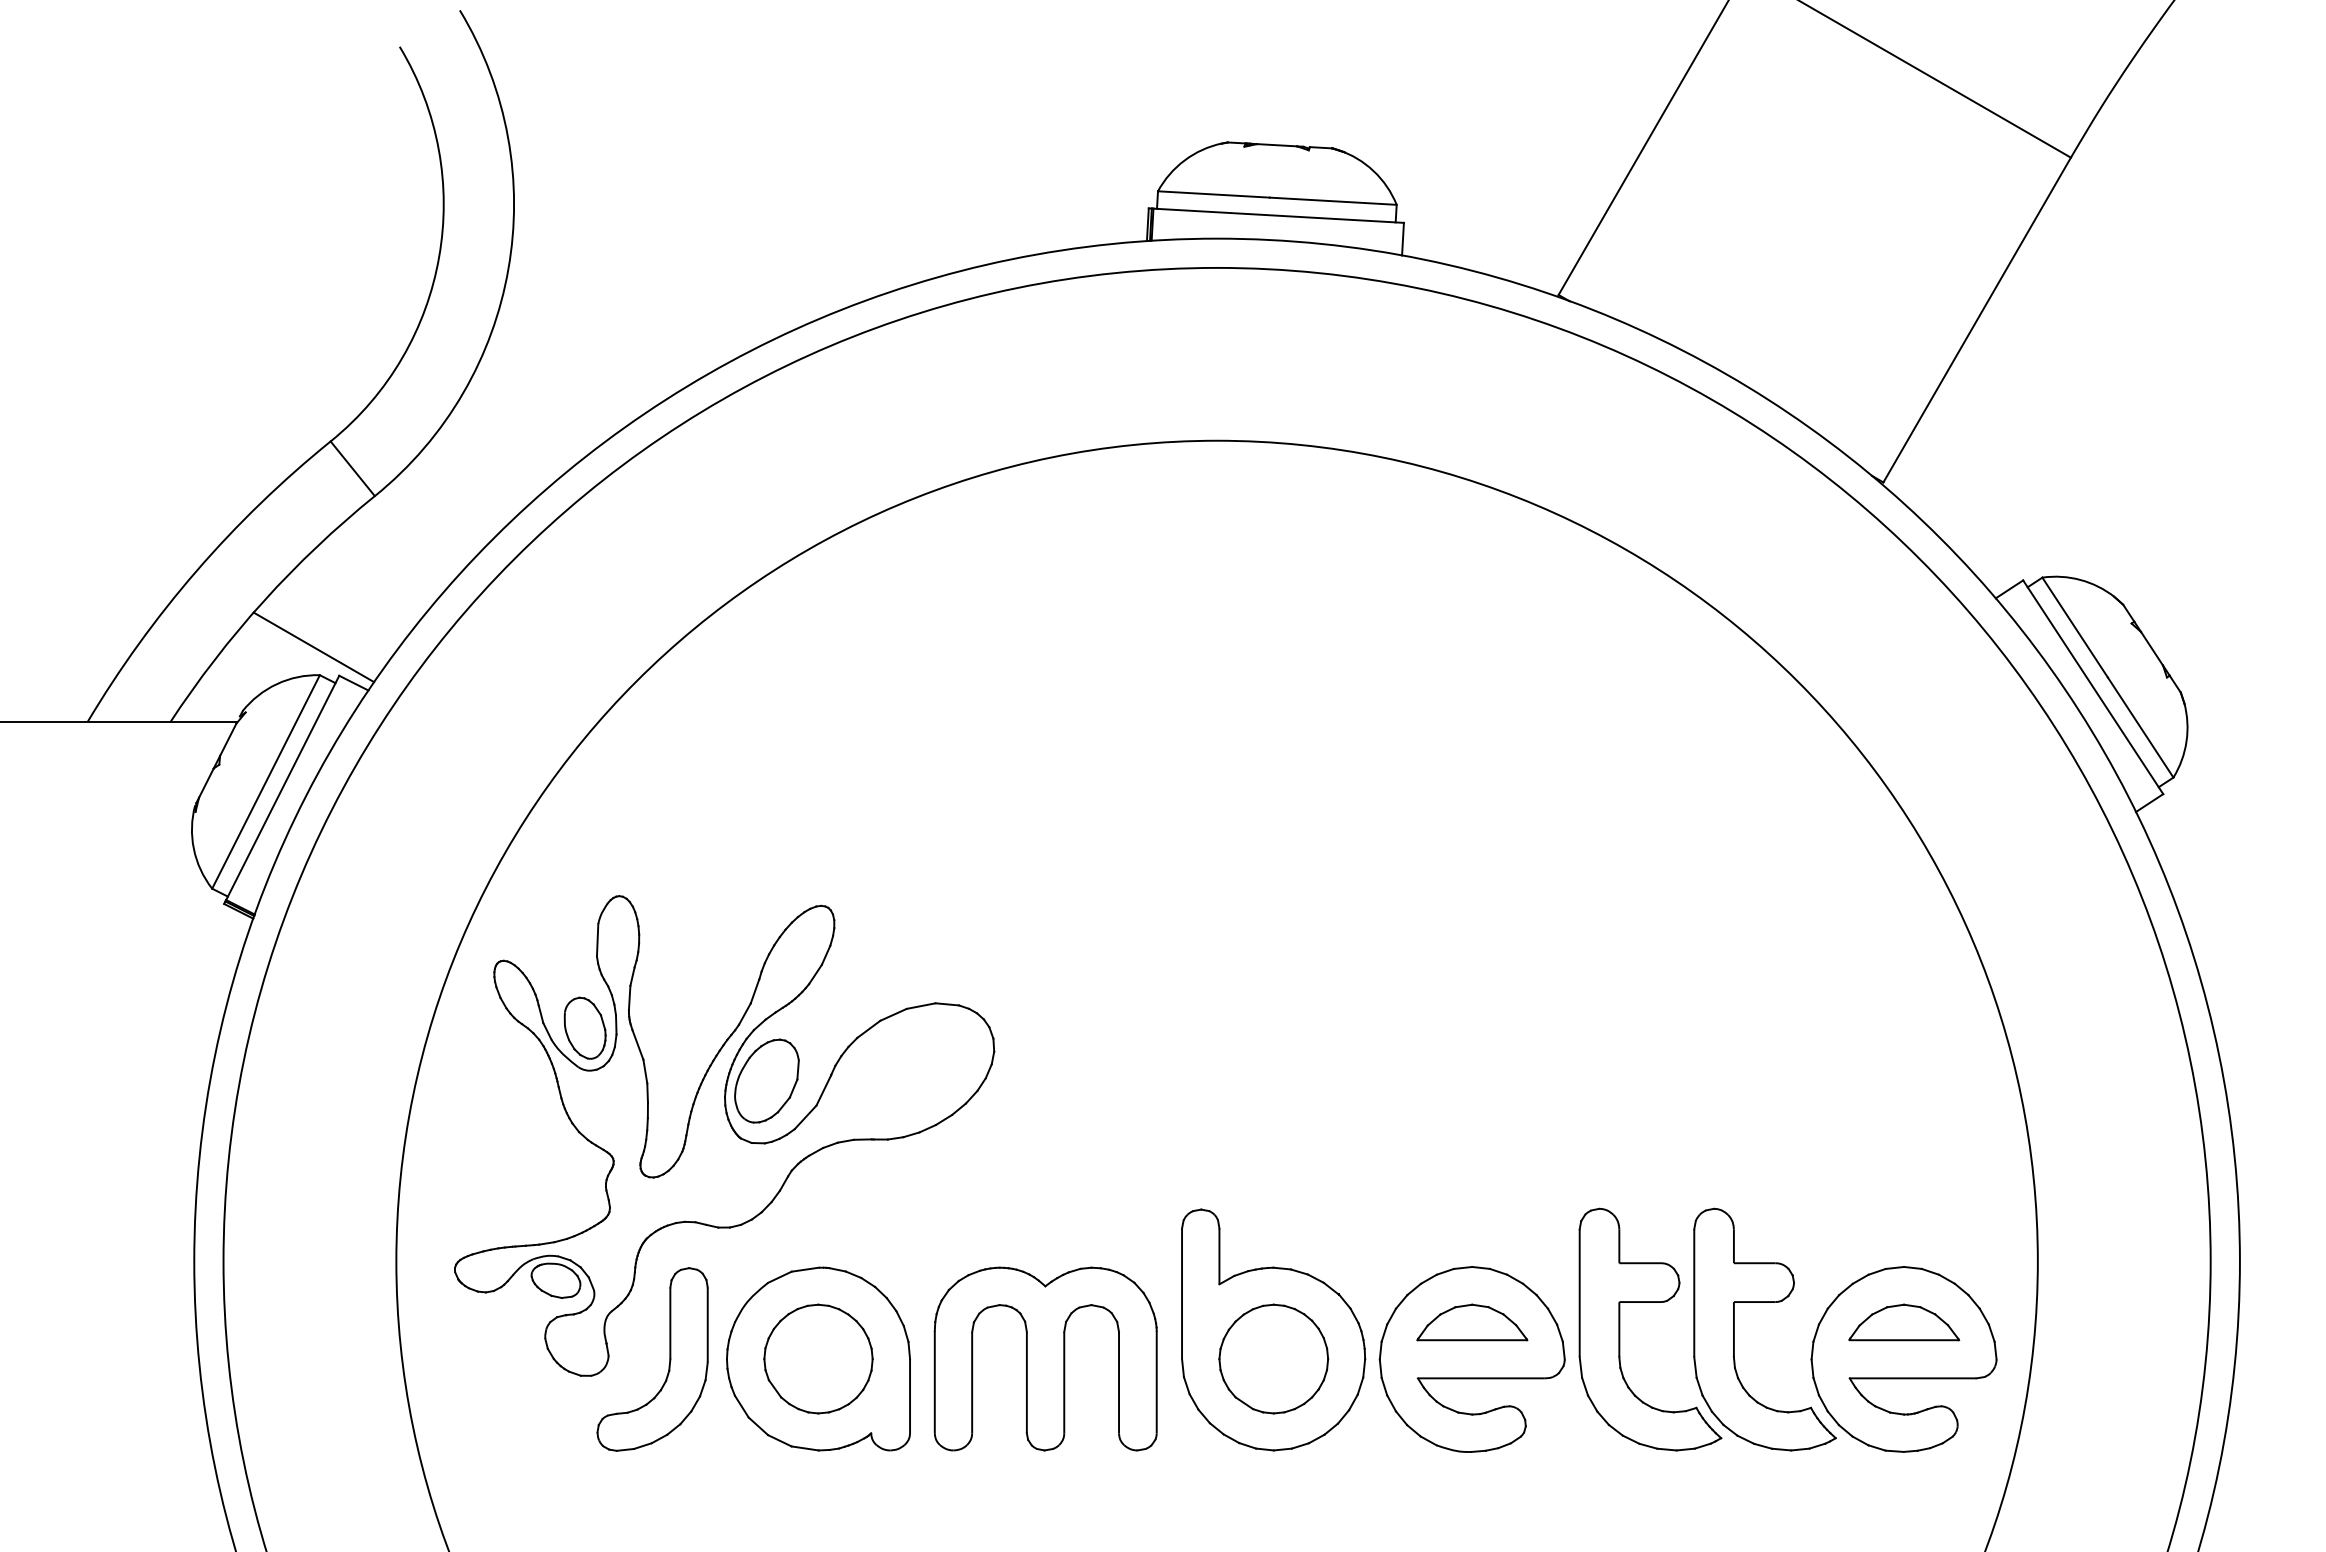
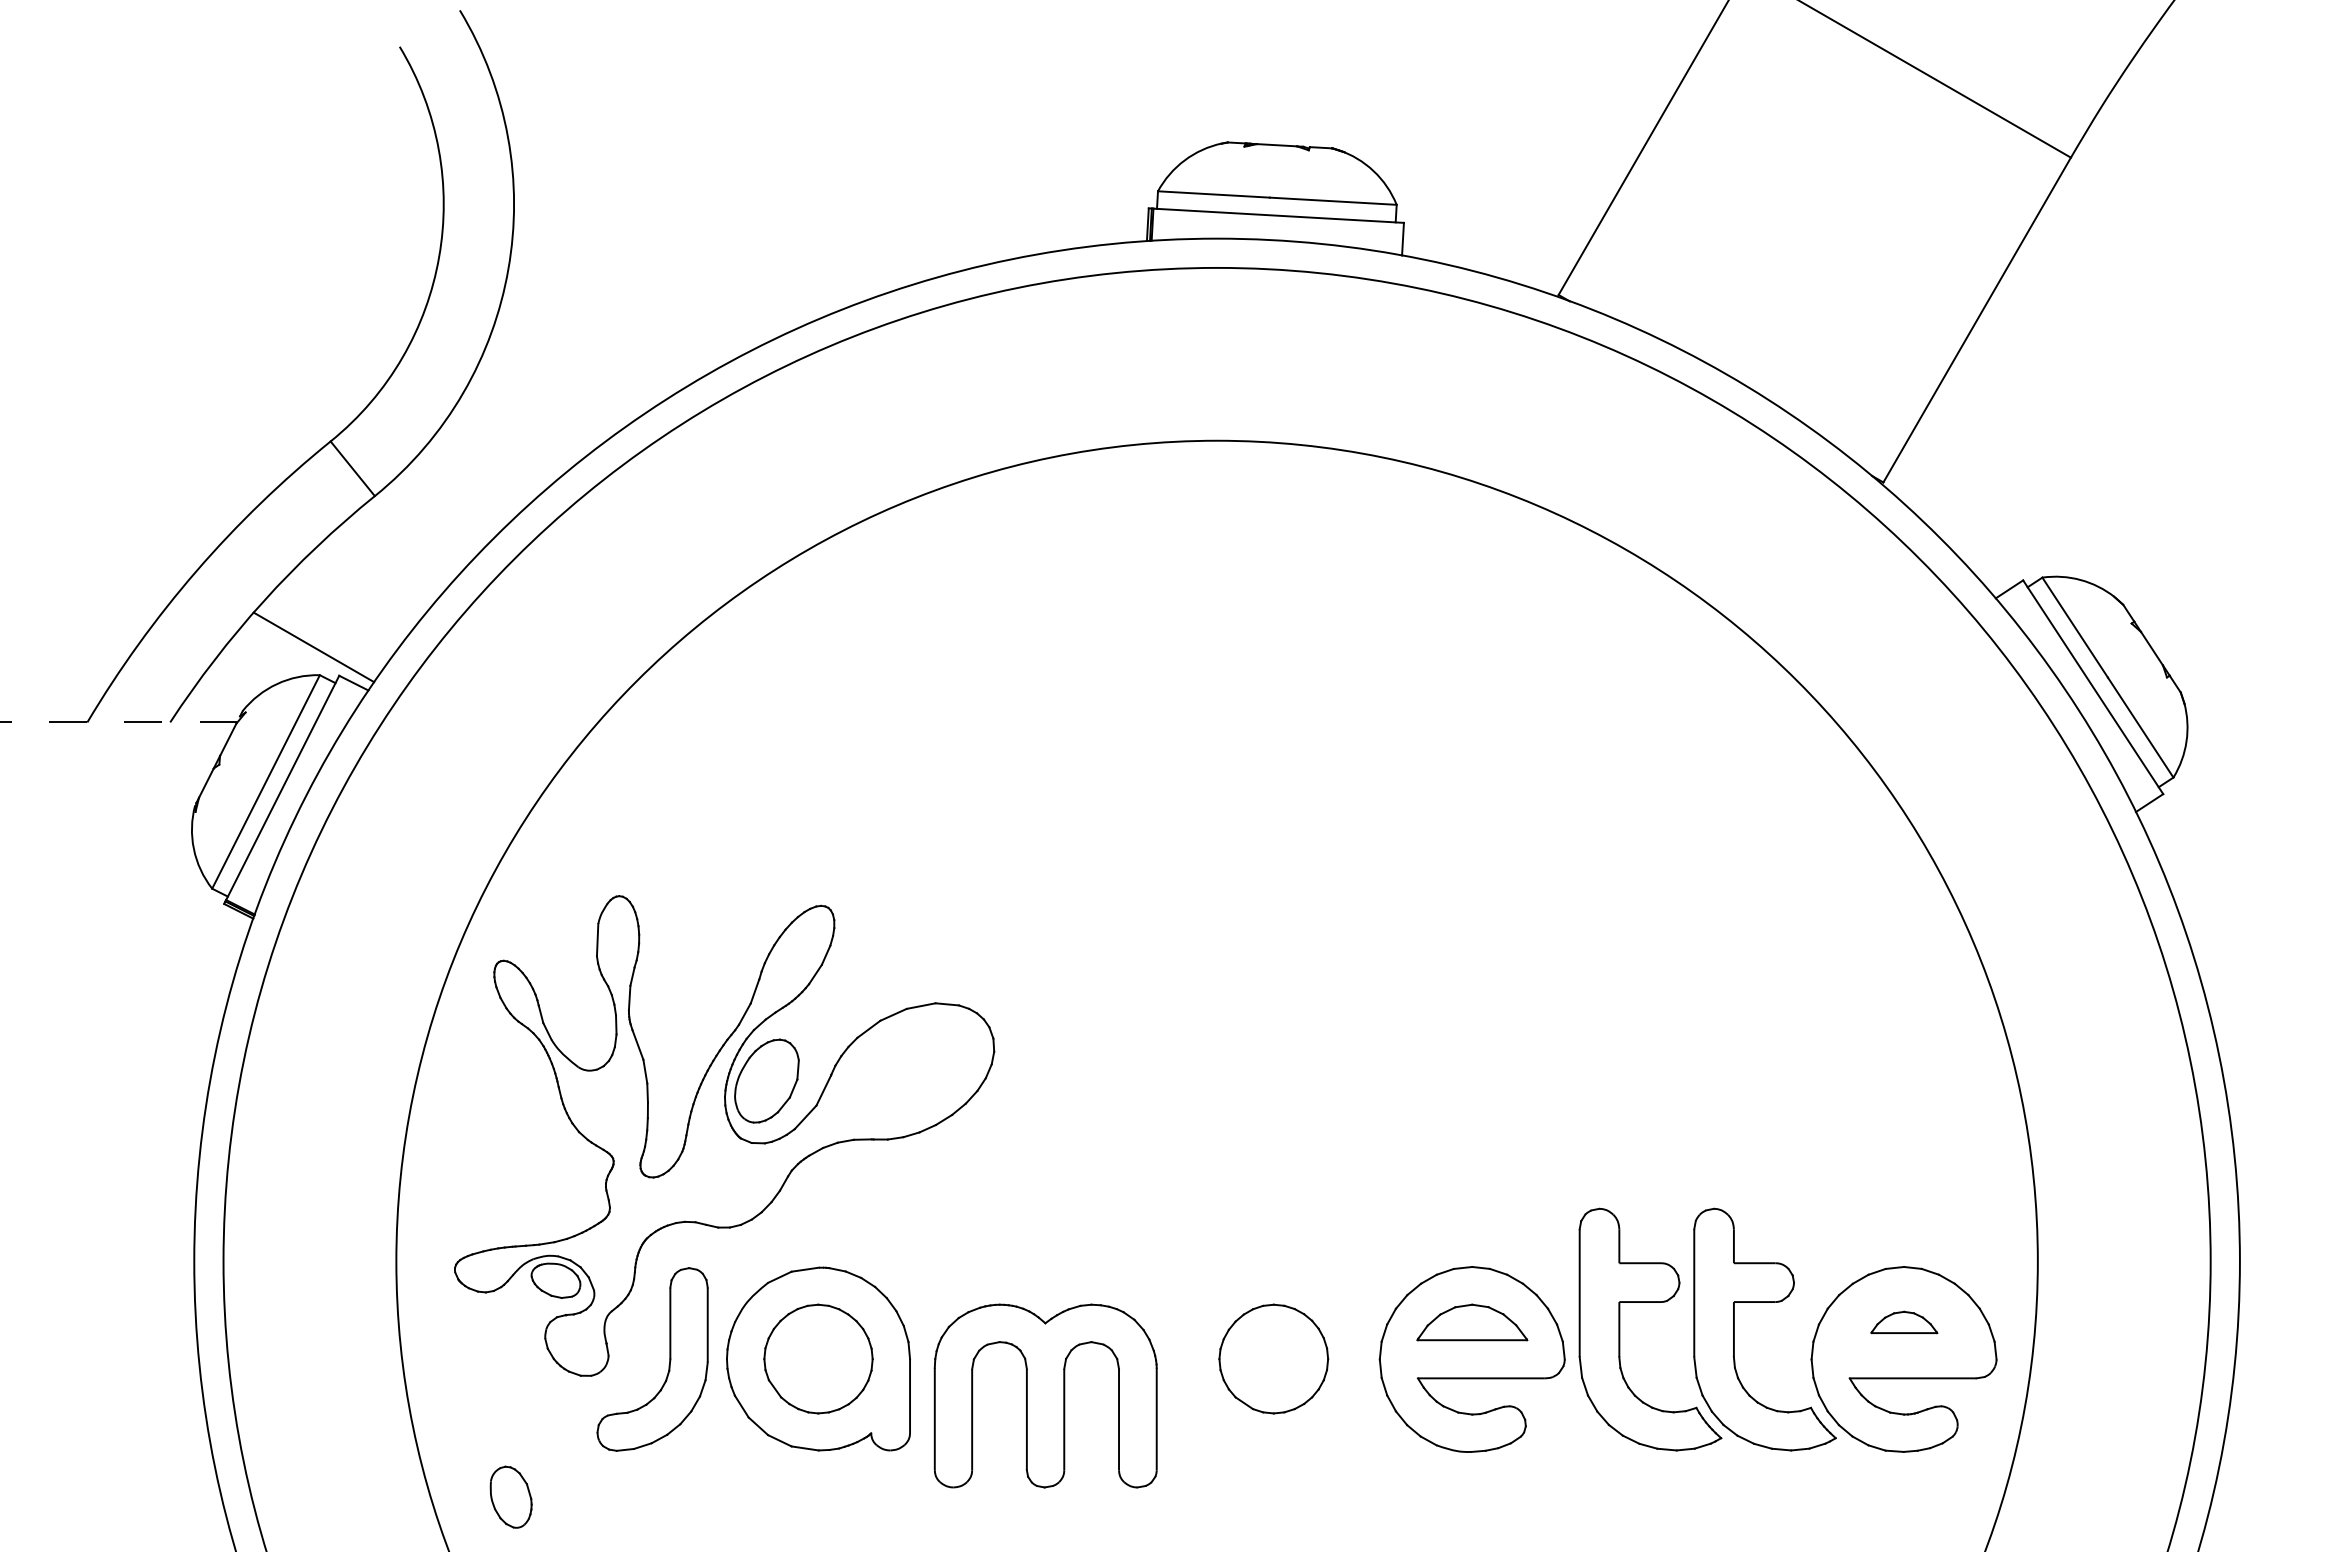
line at (118, 722): solid -> dashed
part at (584, 1027) position: (584, 1027) -> (510, 1496)
part at (1904, 1322) size: 113x39 px -> 69x25 px
part at (1273, 1329): present -> none
part at (1045, 1358) position: (1045, 1358) -> (1045, 1395)
